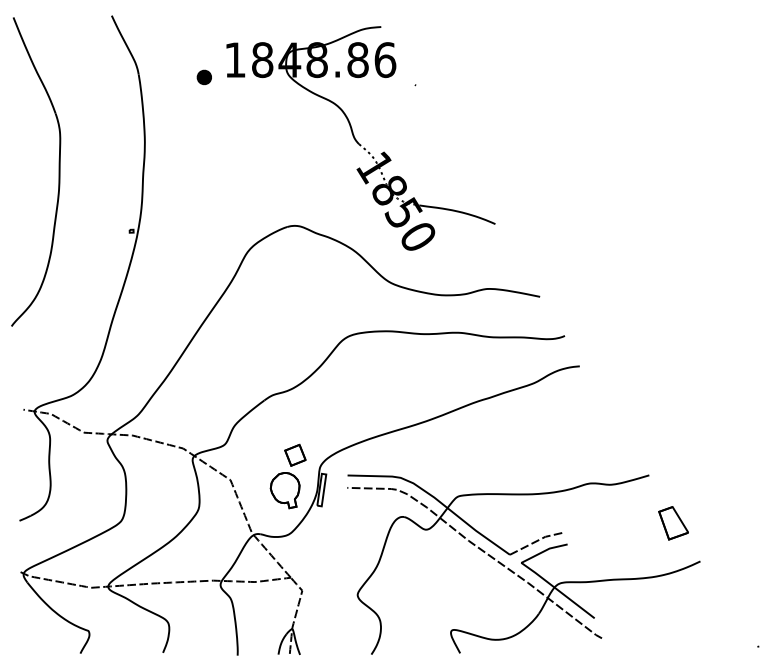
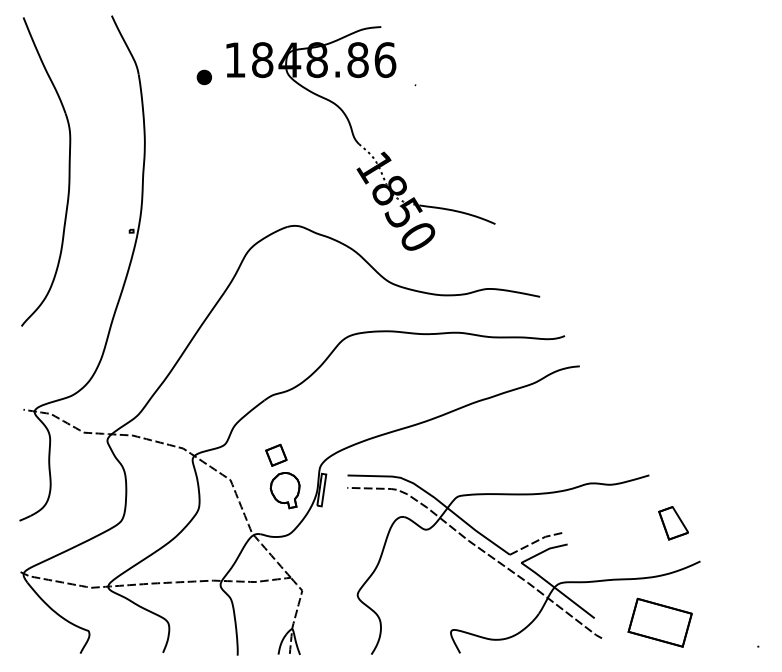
part at (58, 171) position: (58, 171) -> (68, 171)
part at (295, 454) position: (295, 454) -> (276, 454)
part at (659, 622): none -> present
